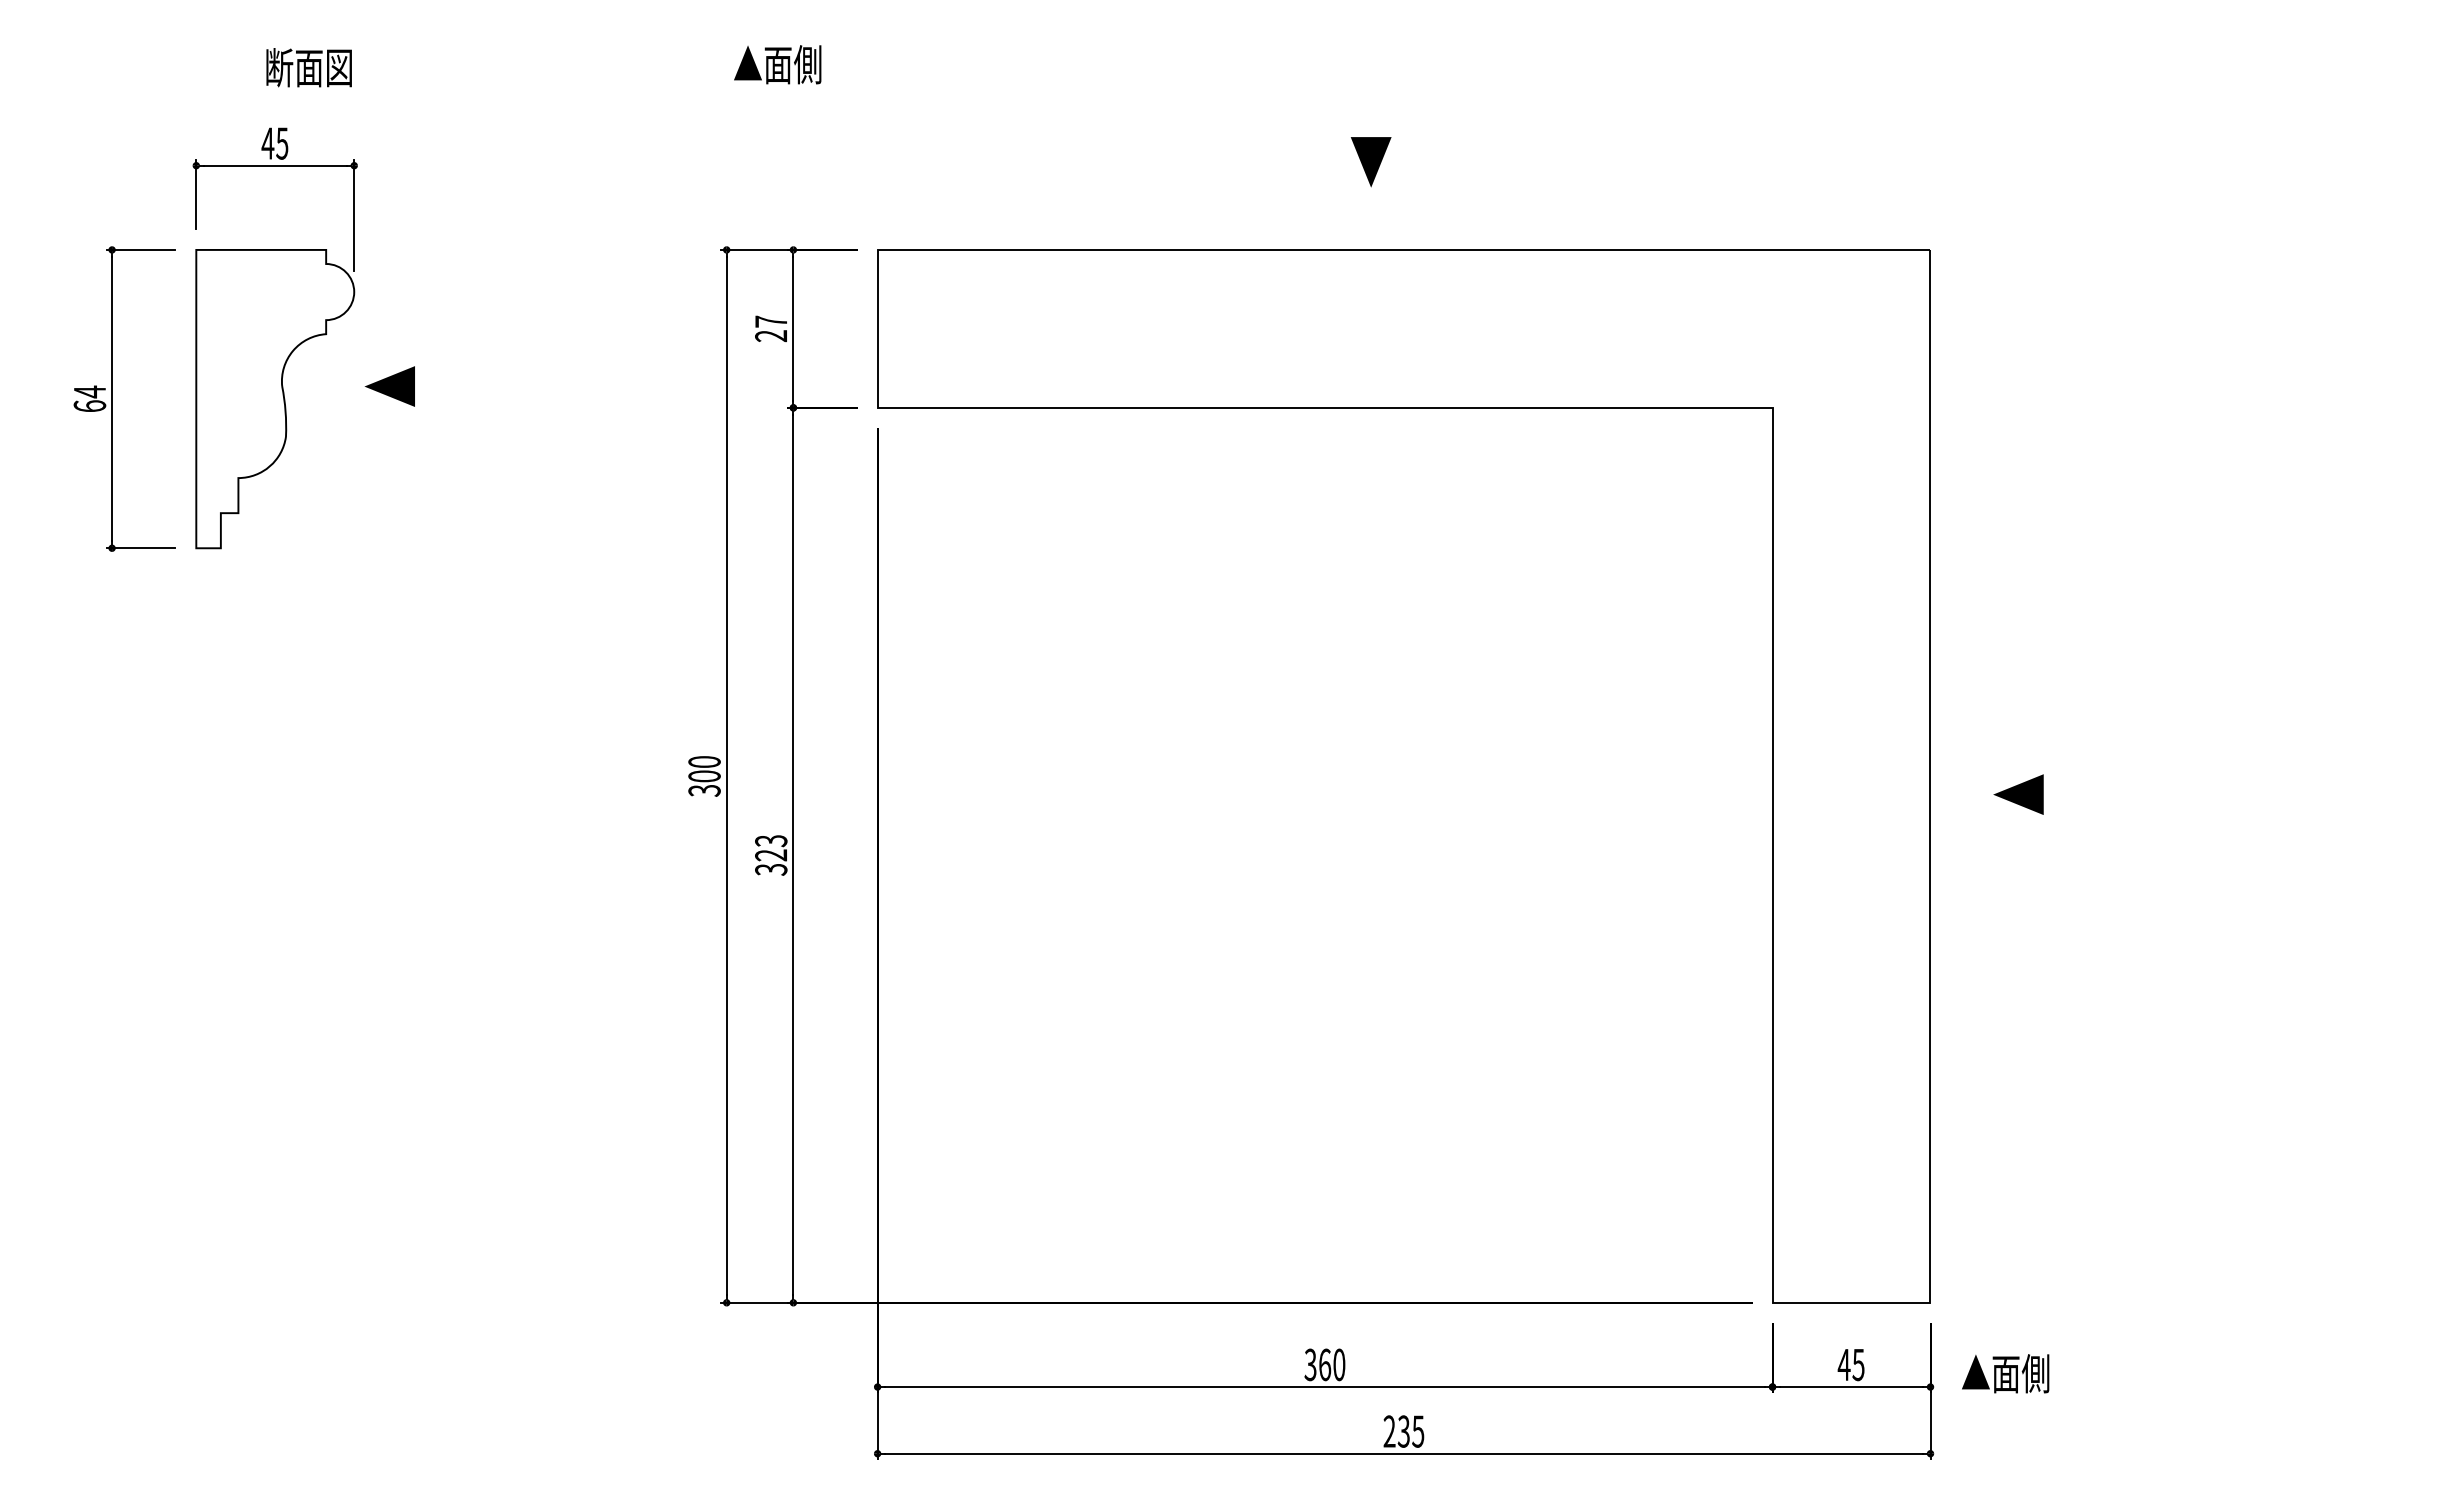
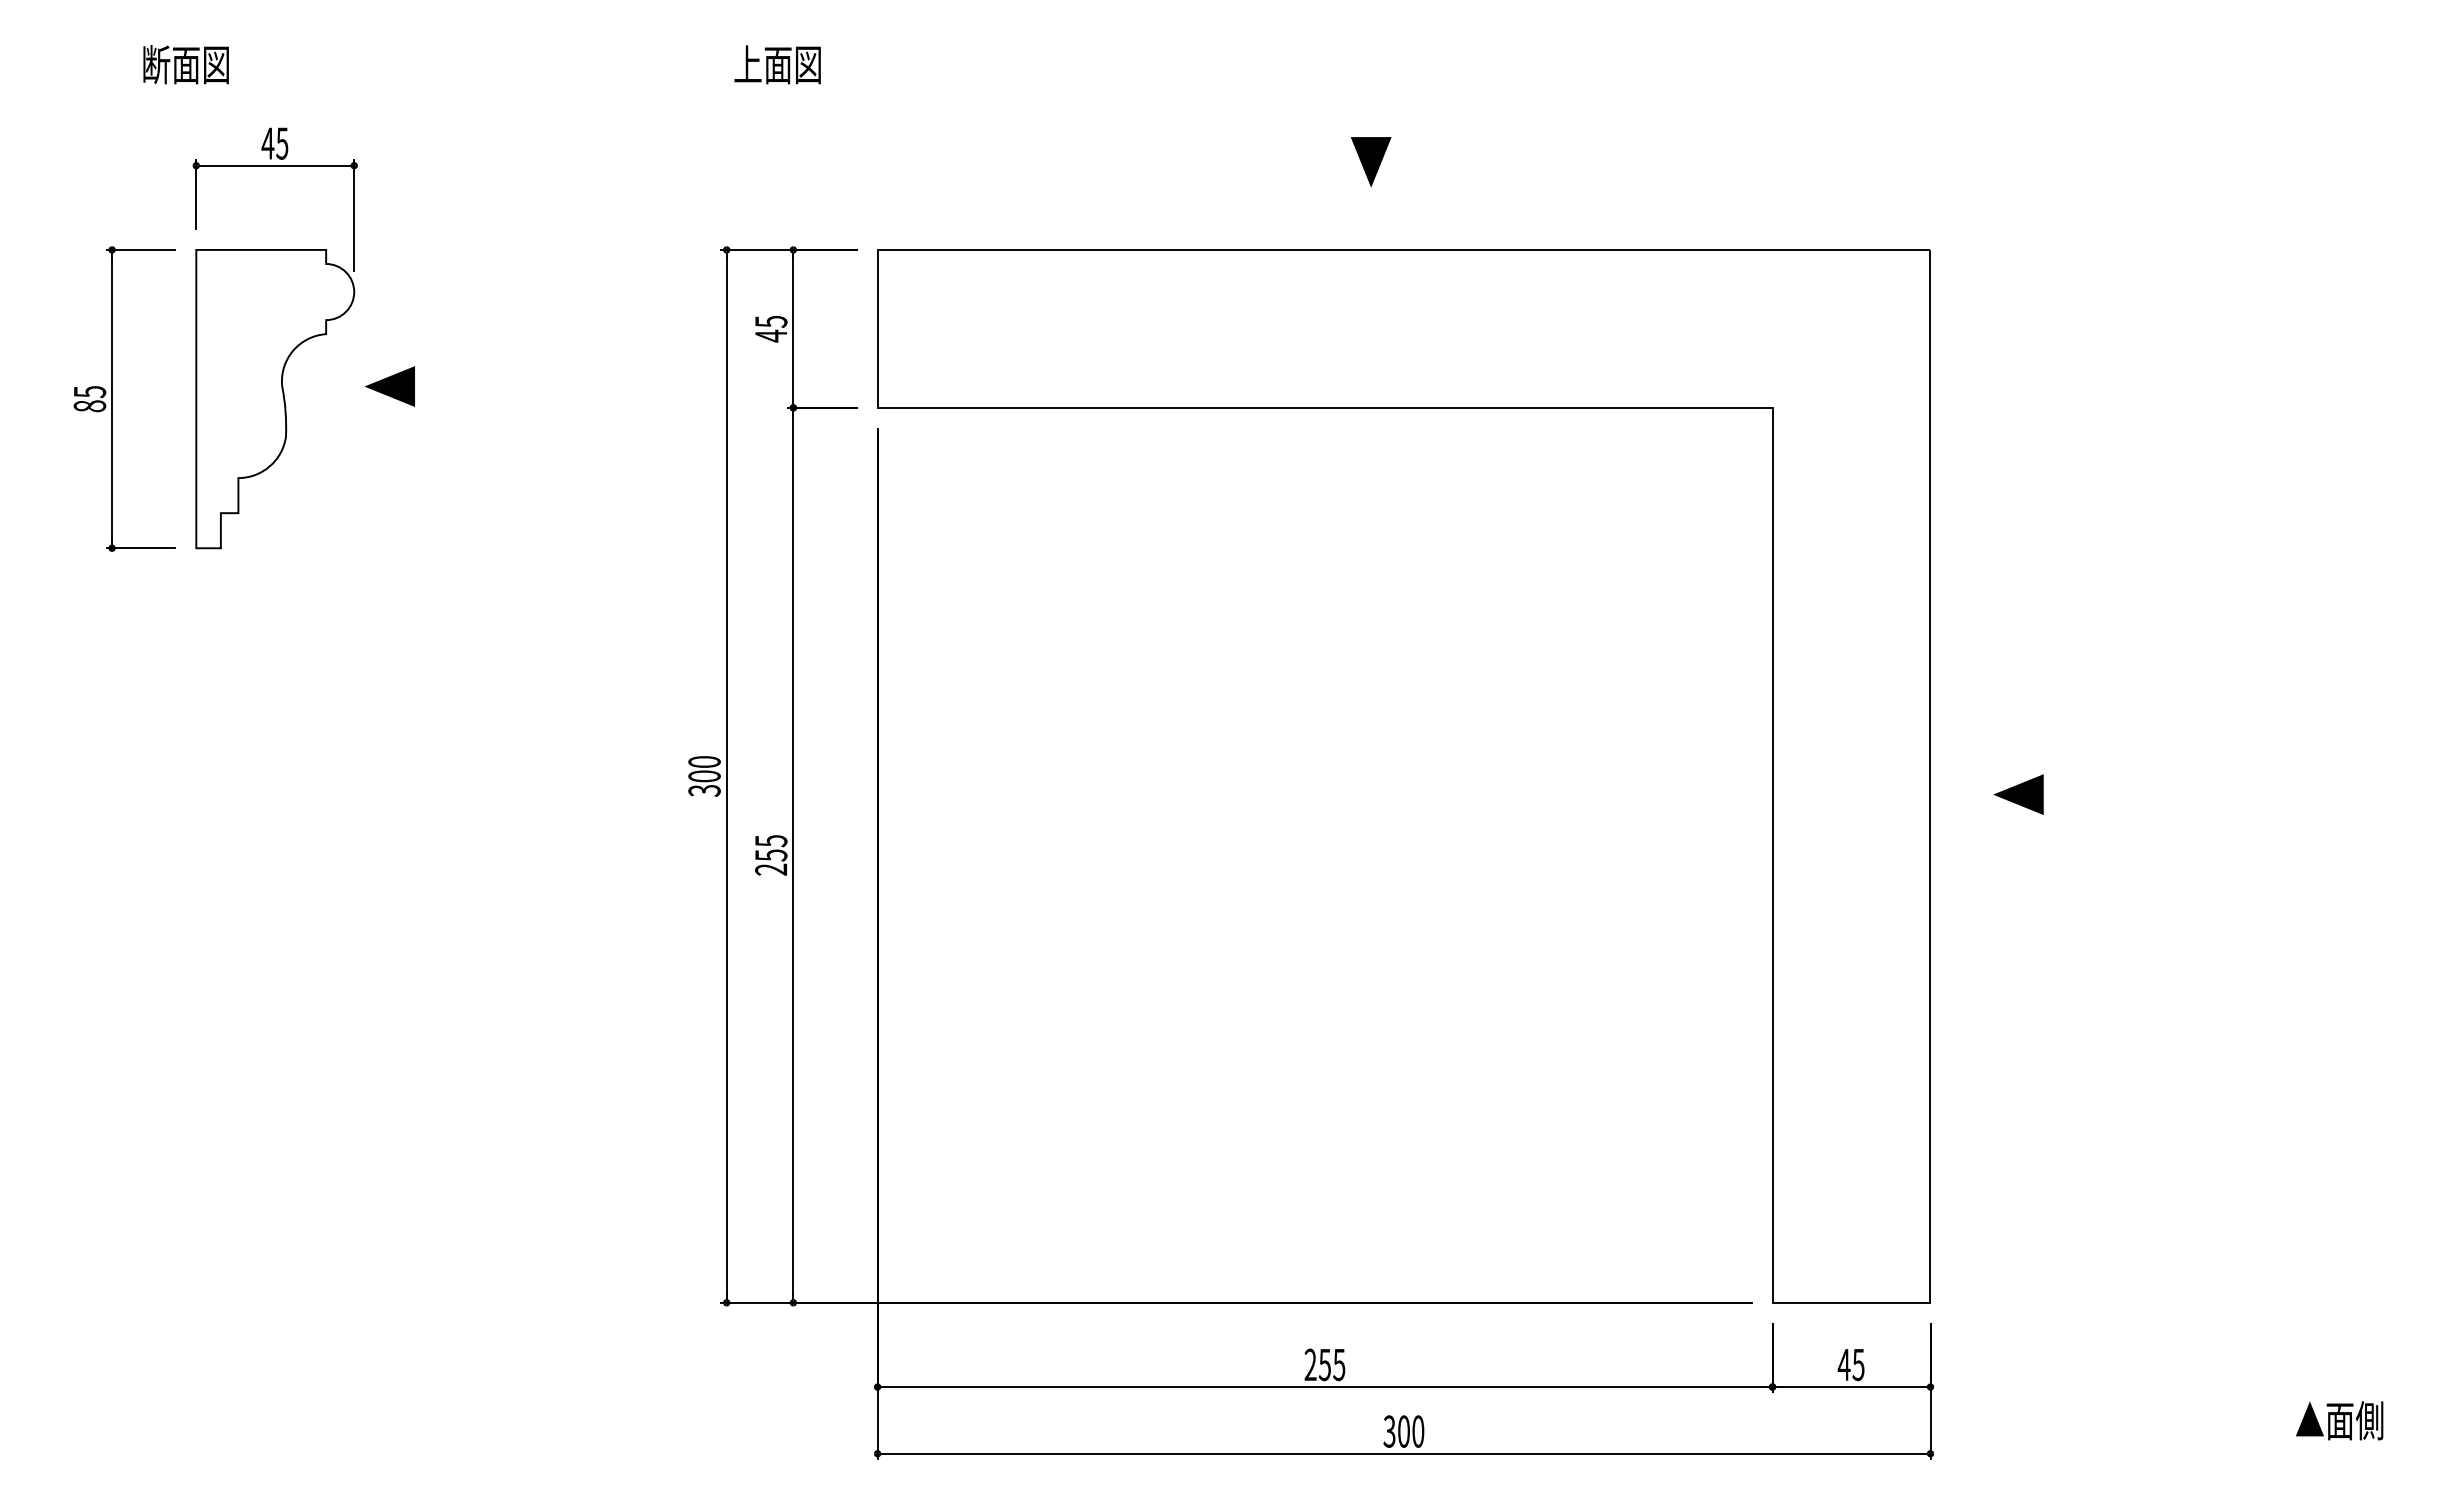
text at (777, 64): ▲面側 -> 上面図
text at (308, 67) position: (308, 67) -> (185, 64)
text at (771, 328): 27 -> 45
text at (89, 398): 64 -> 85
text at (771, 855): 323 -> 255
text at (1324, 1364): 360 -> 255
text at (2005, 1373) position: (2005, 1373) -> (2339, 1420)
text at (1403, 1431): 235 -> 300
